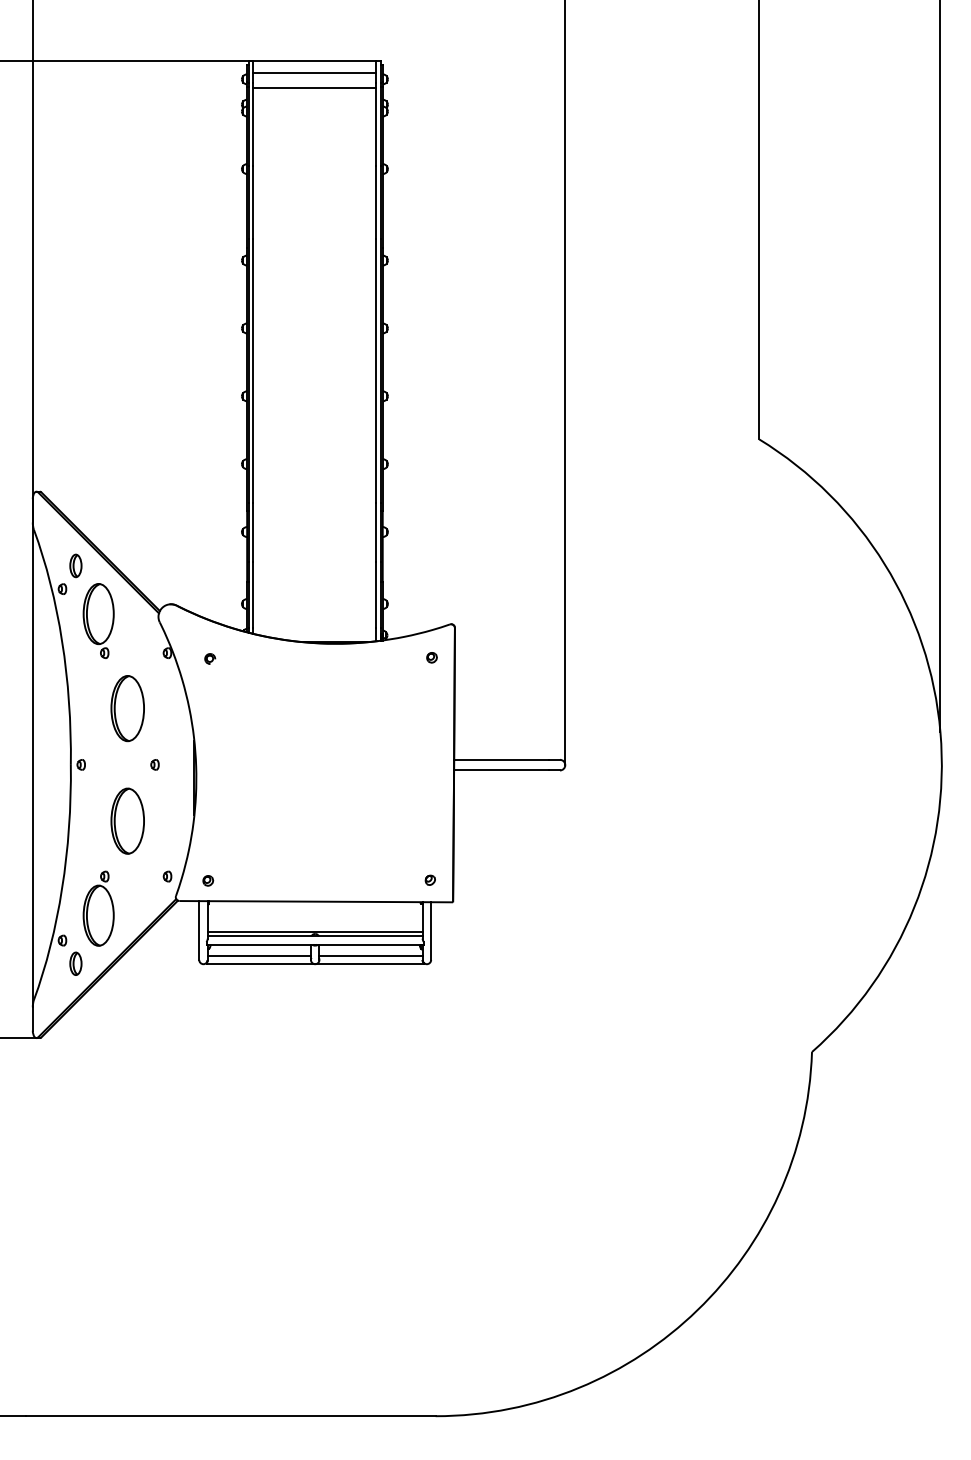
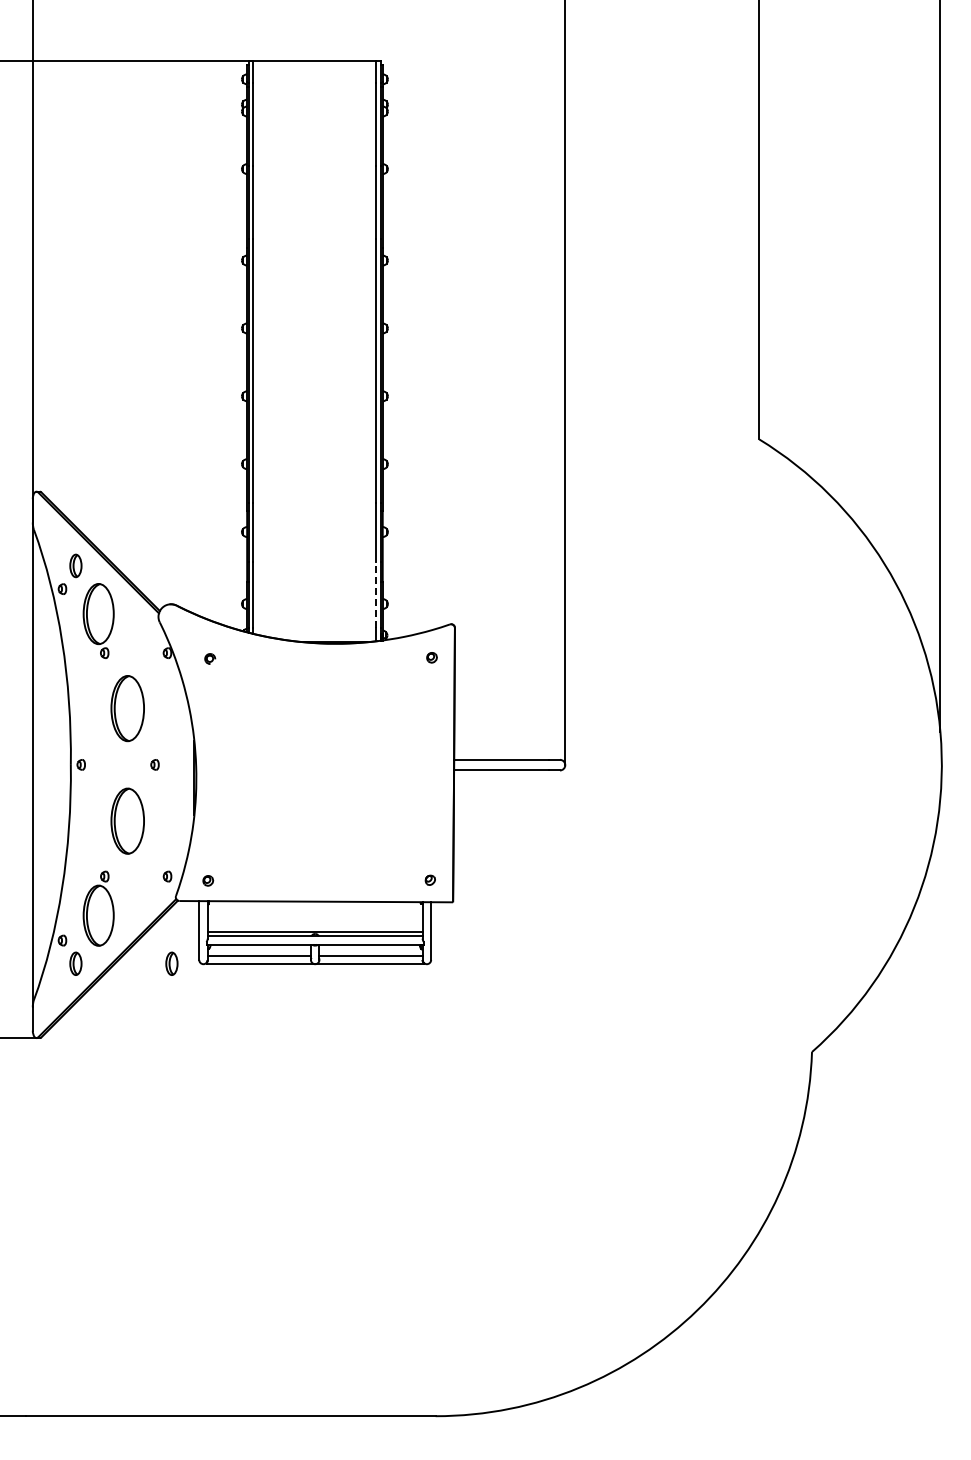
line at (314, 73): present -> none
line at (314, 87): present -> none
line at (376, 594): solid -> dashed
part at (171, 963): none -> present
